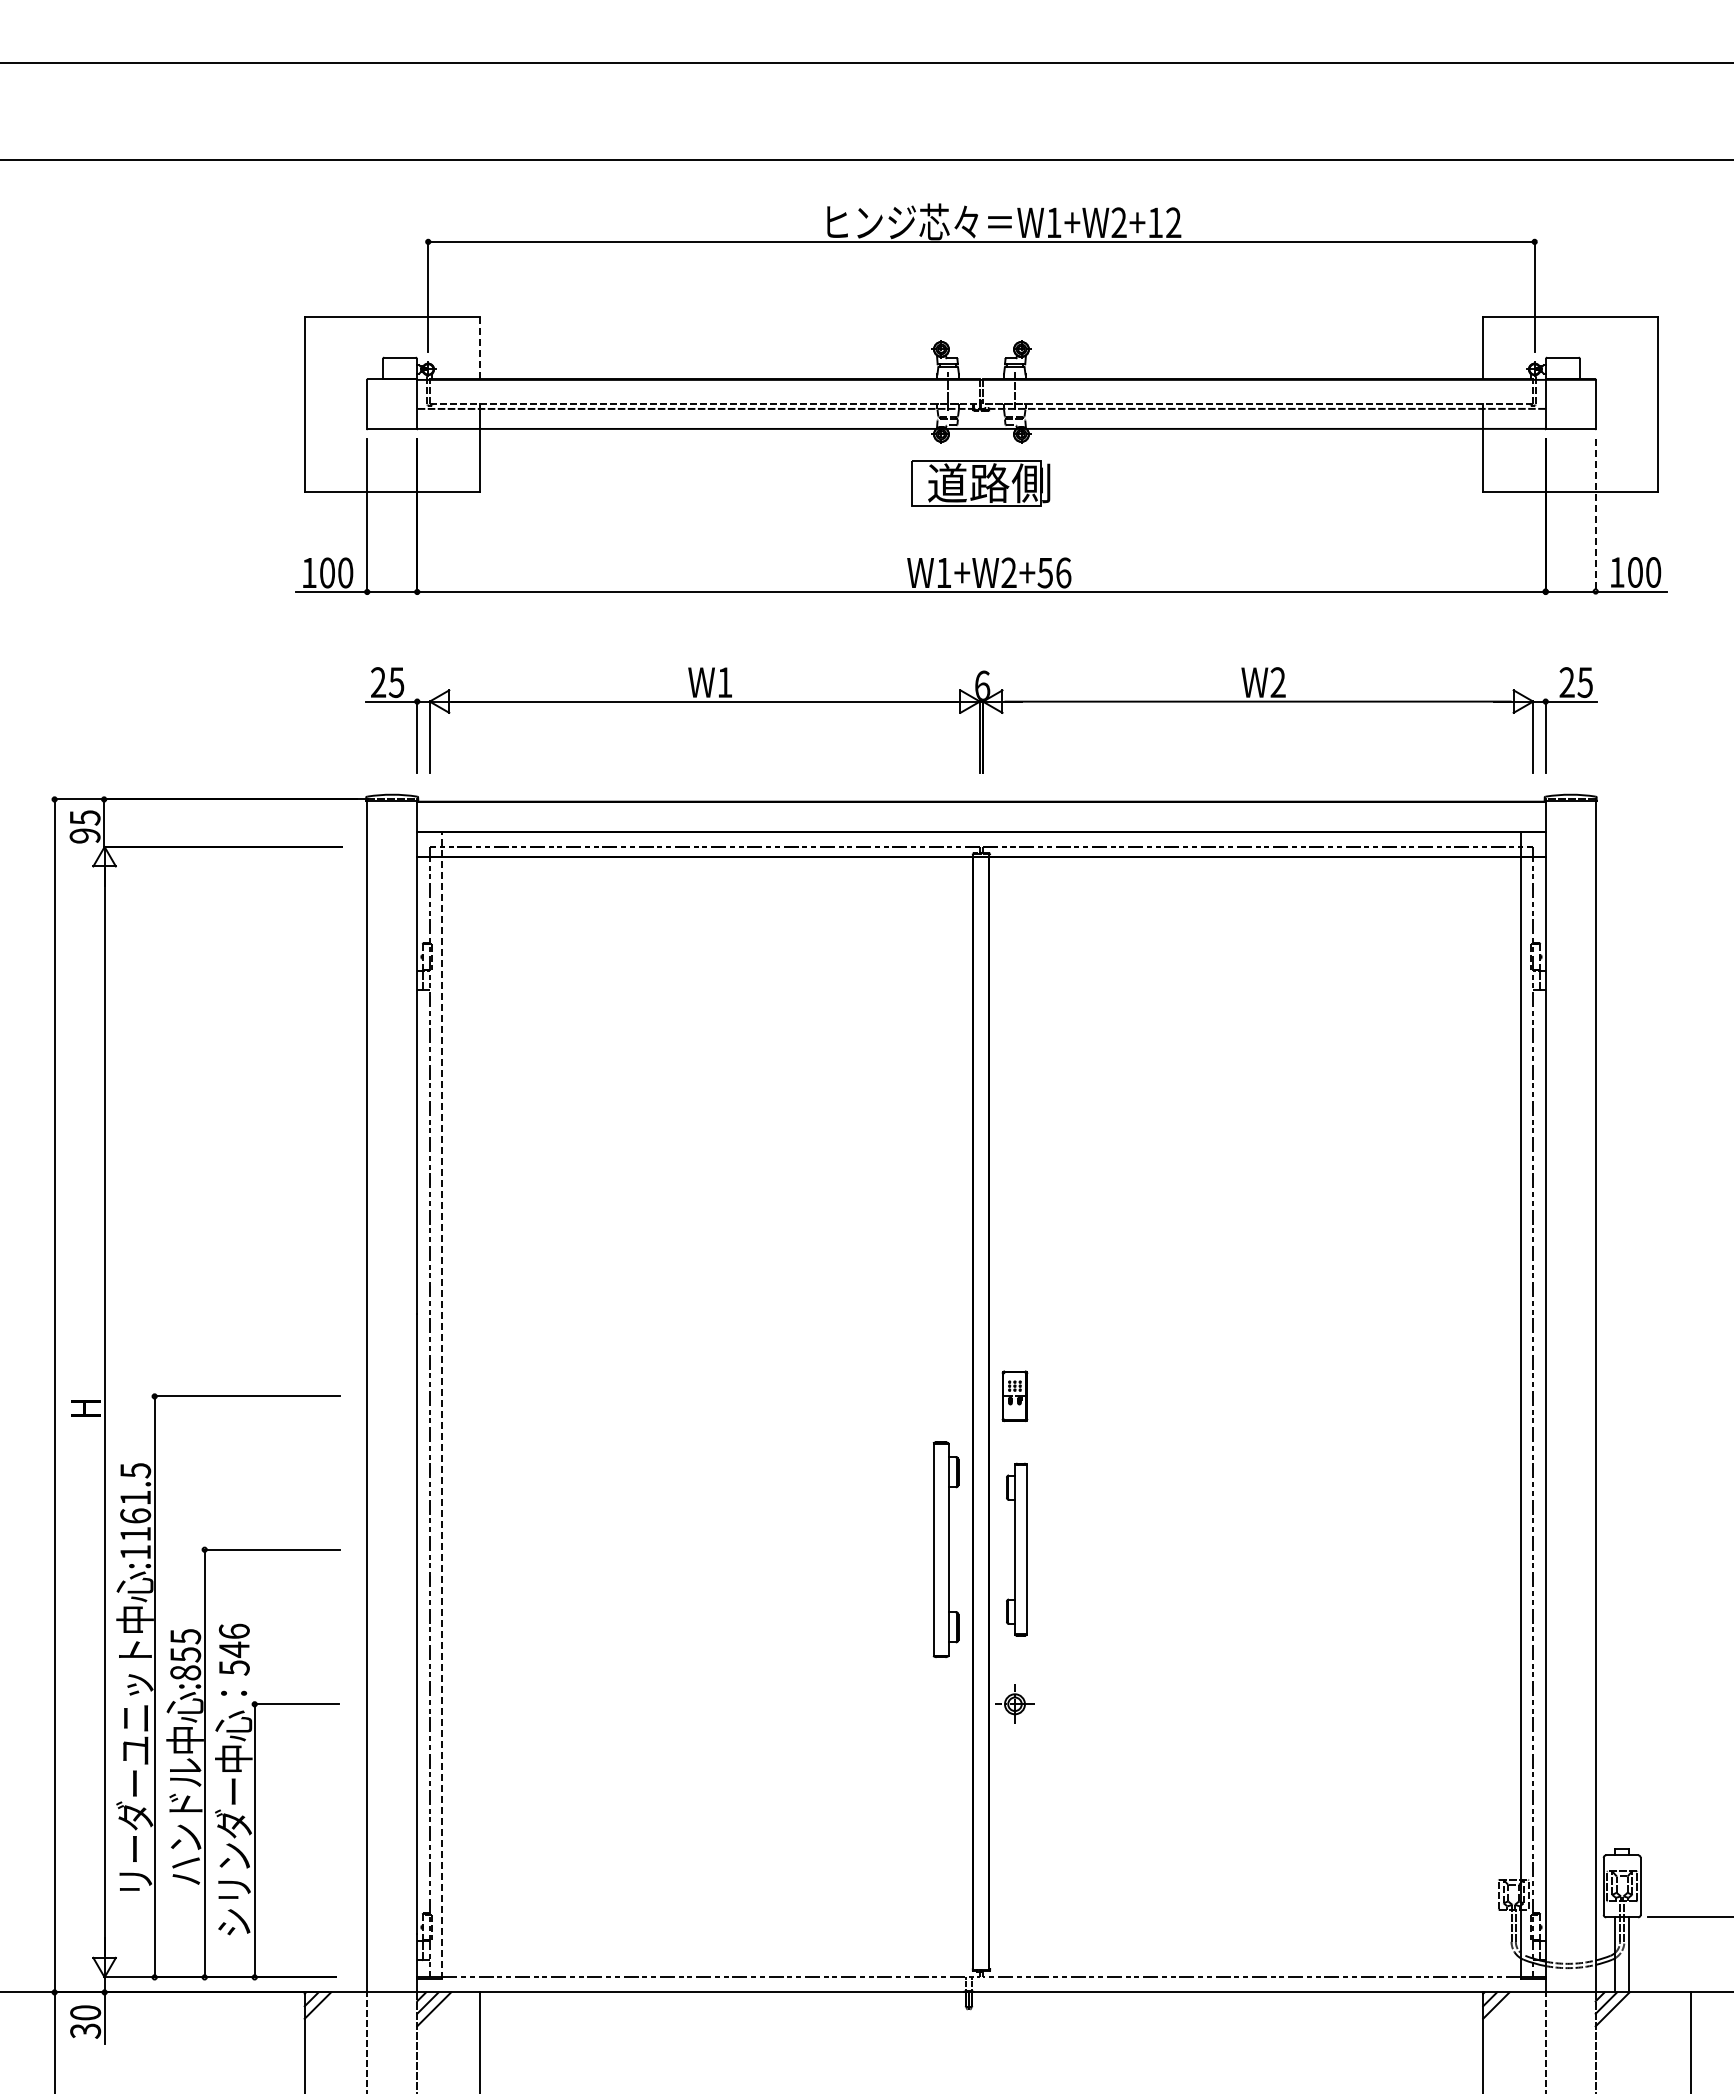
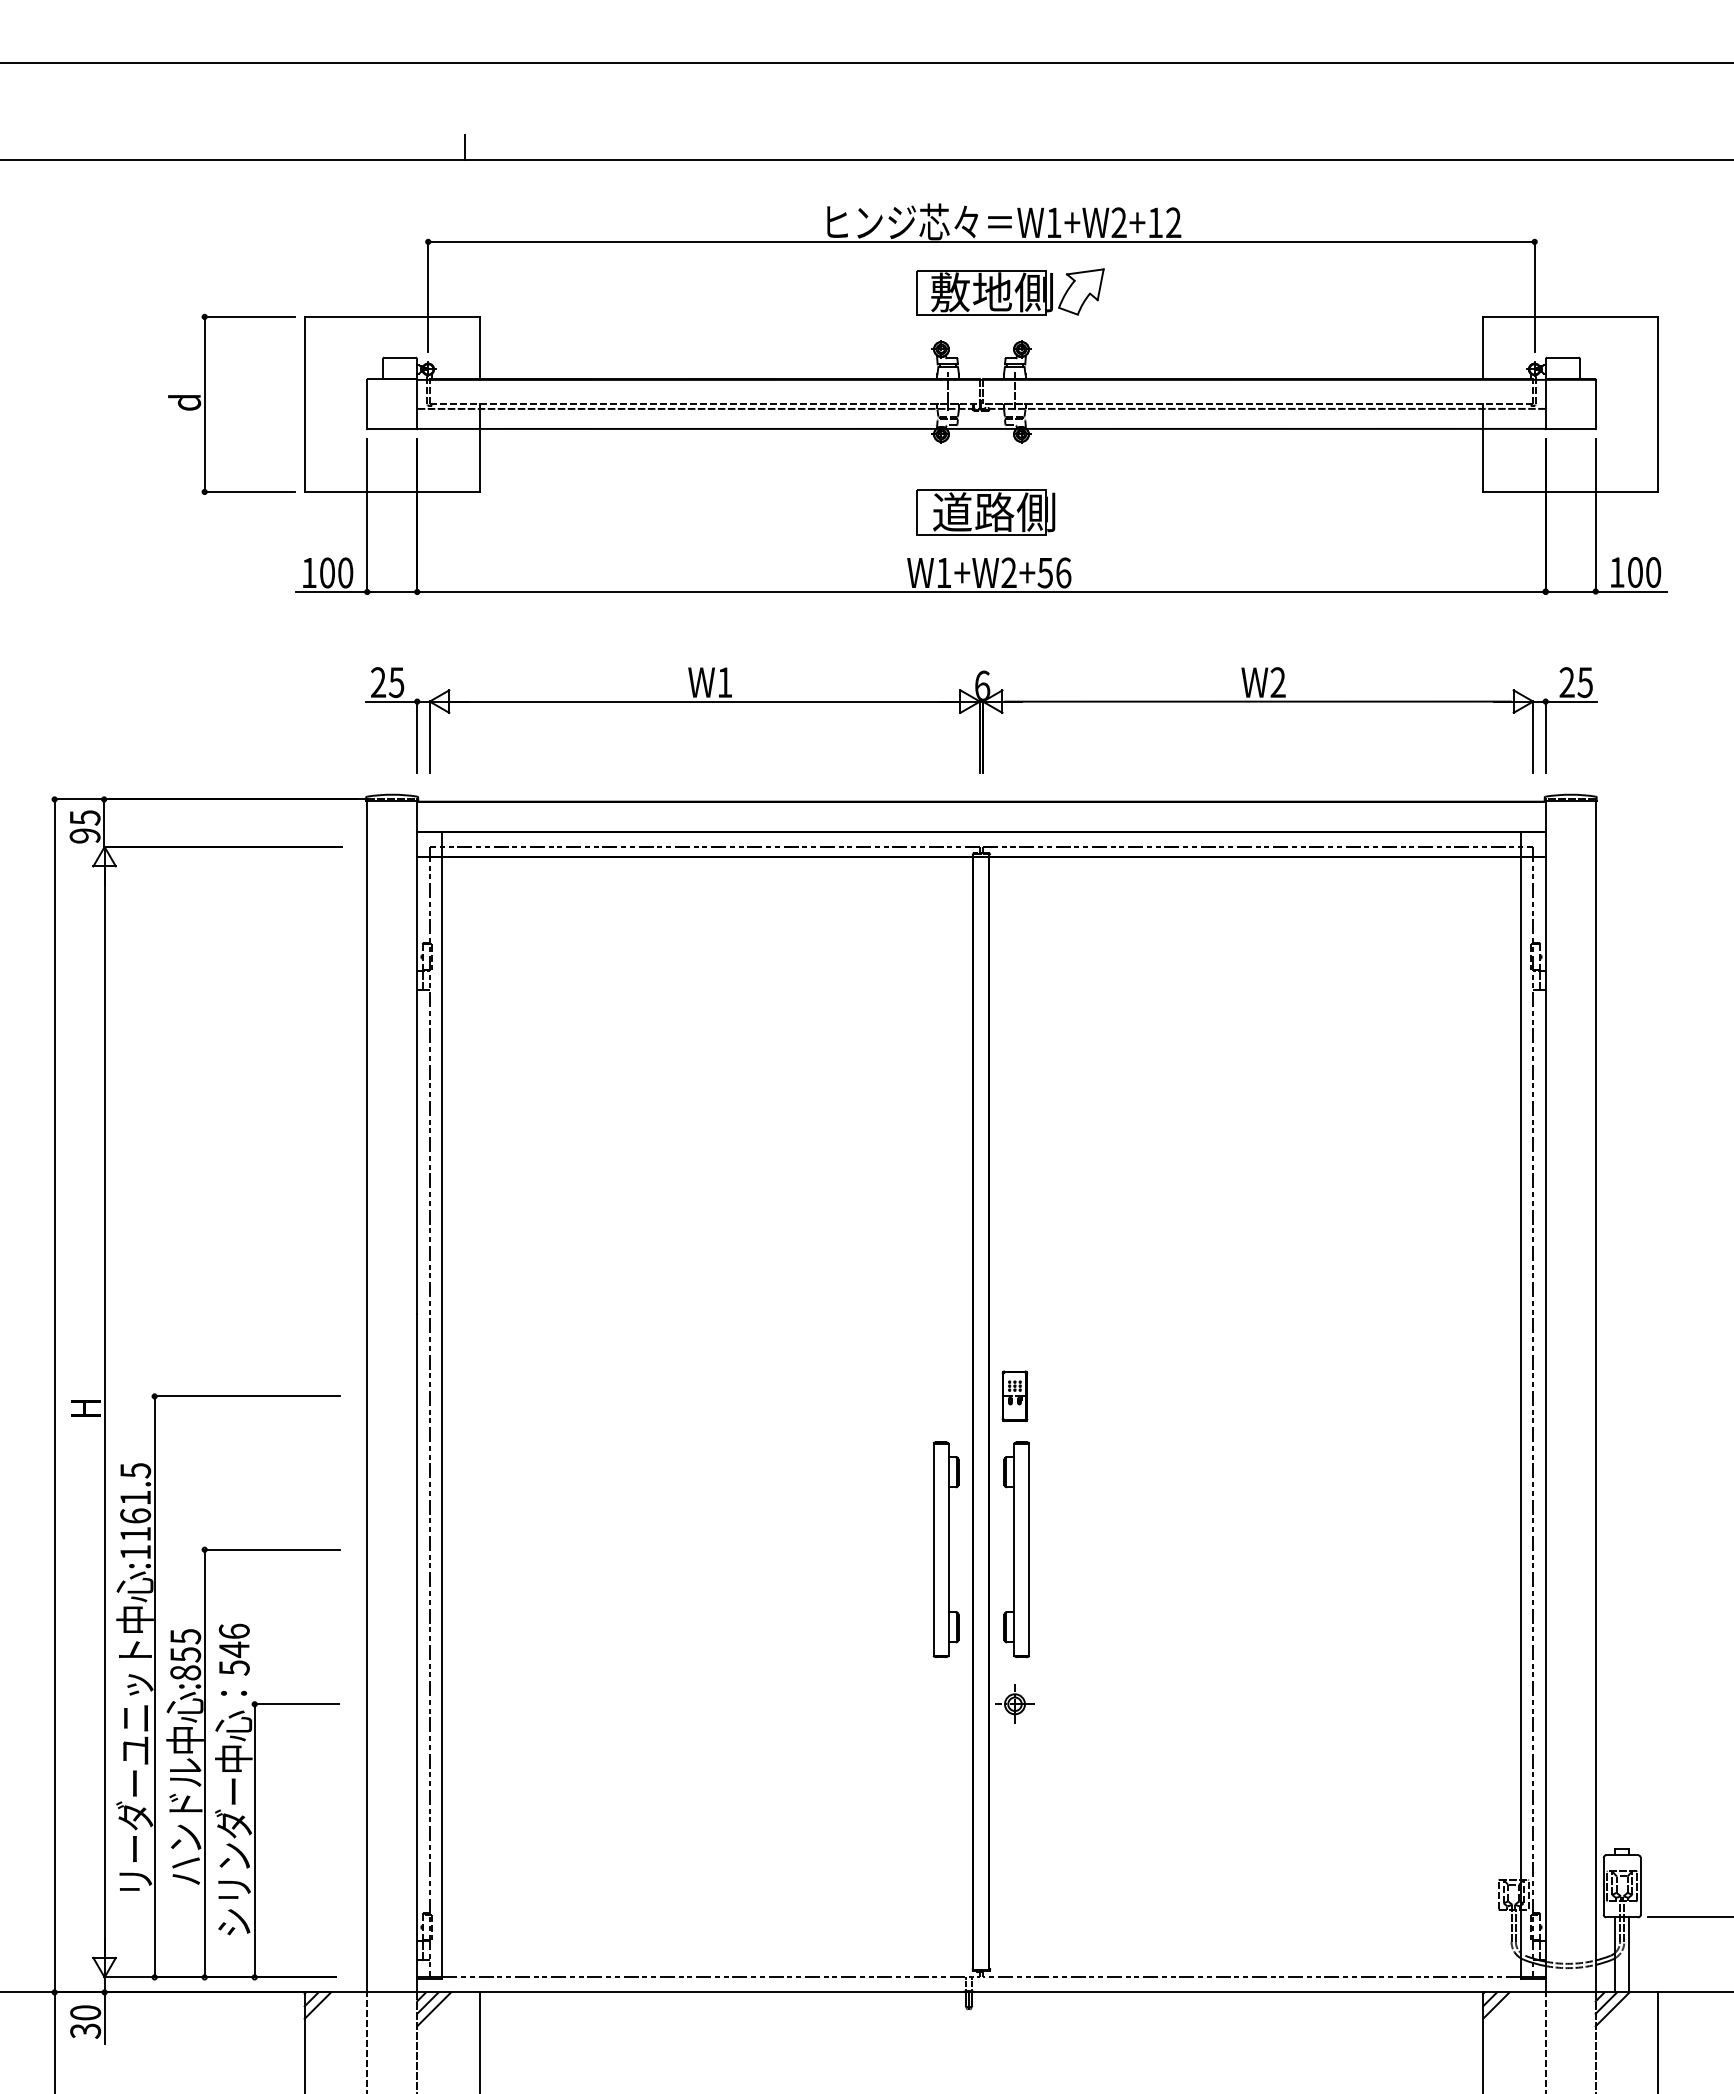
line at (465, 147): none -> present
part at (1010, 291): none -> present
line at (479, 348): dashed -> solid
part at (205, 403): none -> present
part at (980, 483) position: (980, 483) -> (985, 512)
line at (1595, 515): dashed -> solid
line at (442, 1404): dashed -> solid
part at (1016, 1549) size: 22x175 px -> 27x217 px
line at (1691, 2041) position: (1691, 2041) -> (1658, 2041)
